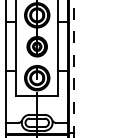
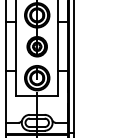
line at (73, 67): dashed -> solid
